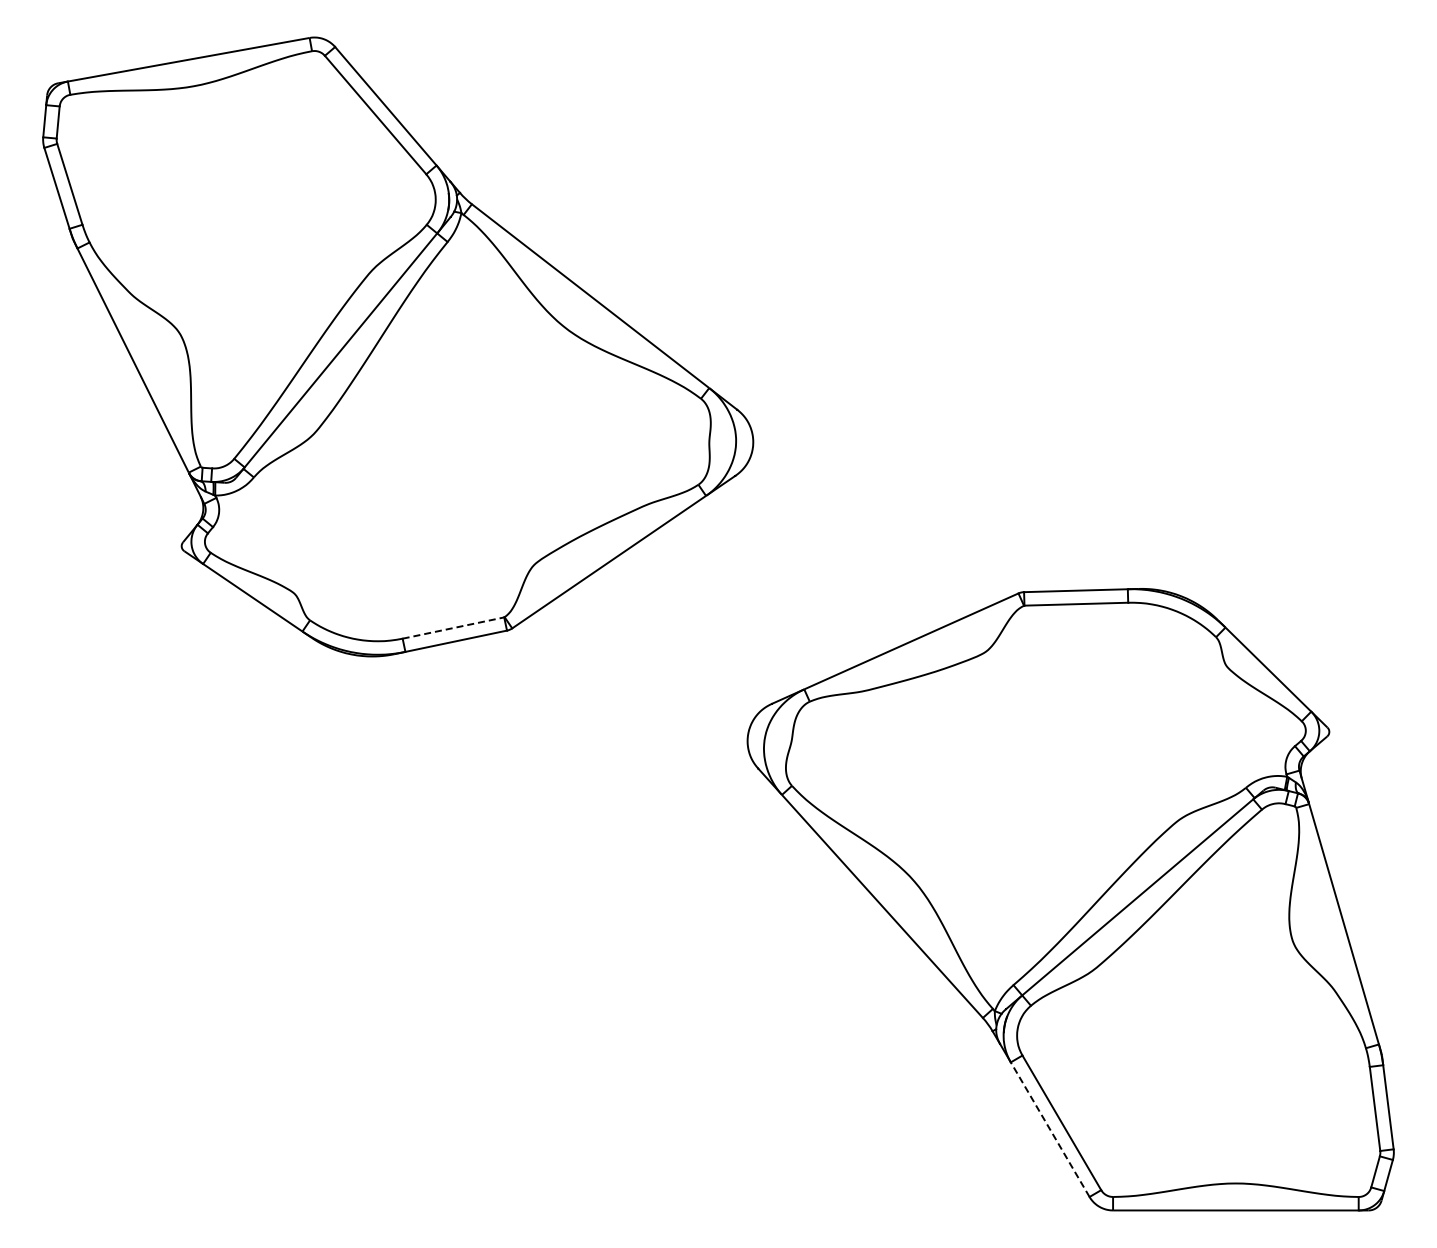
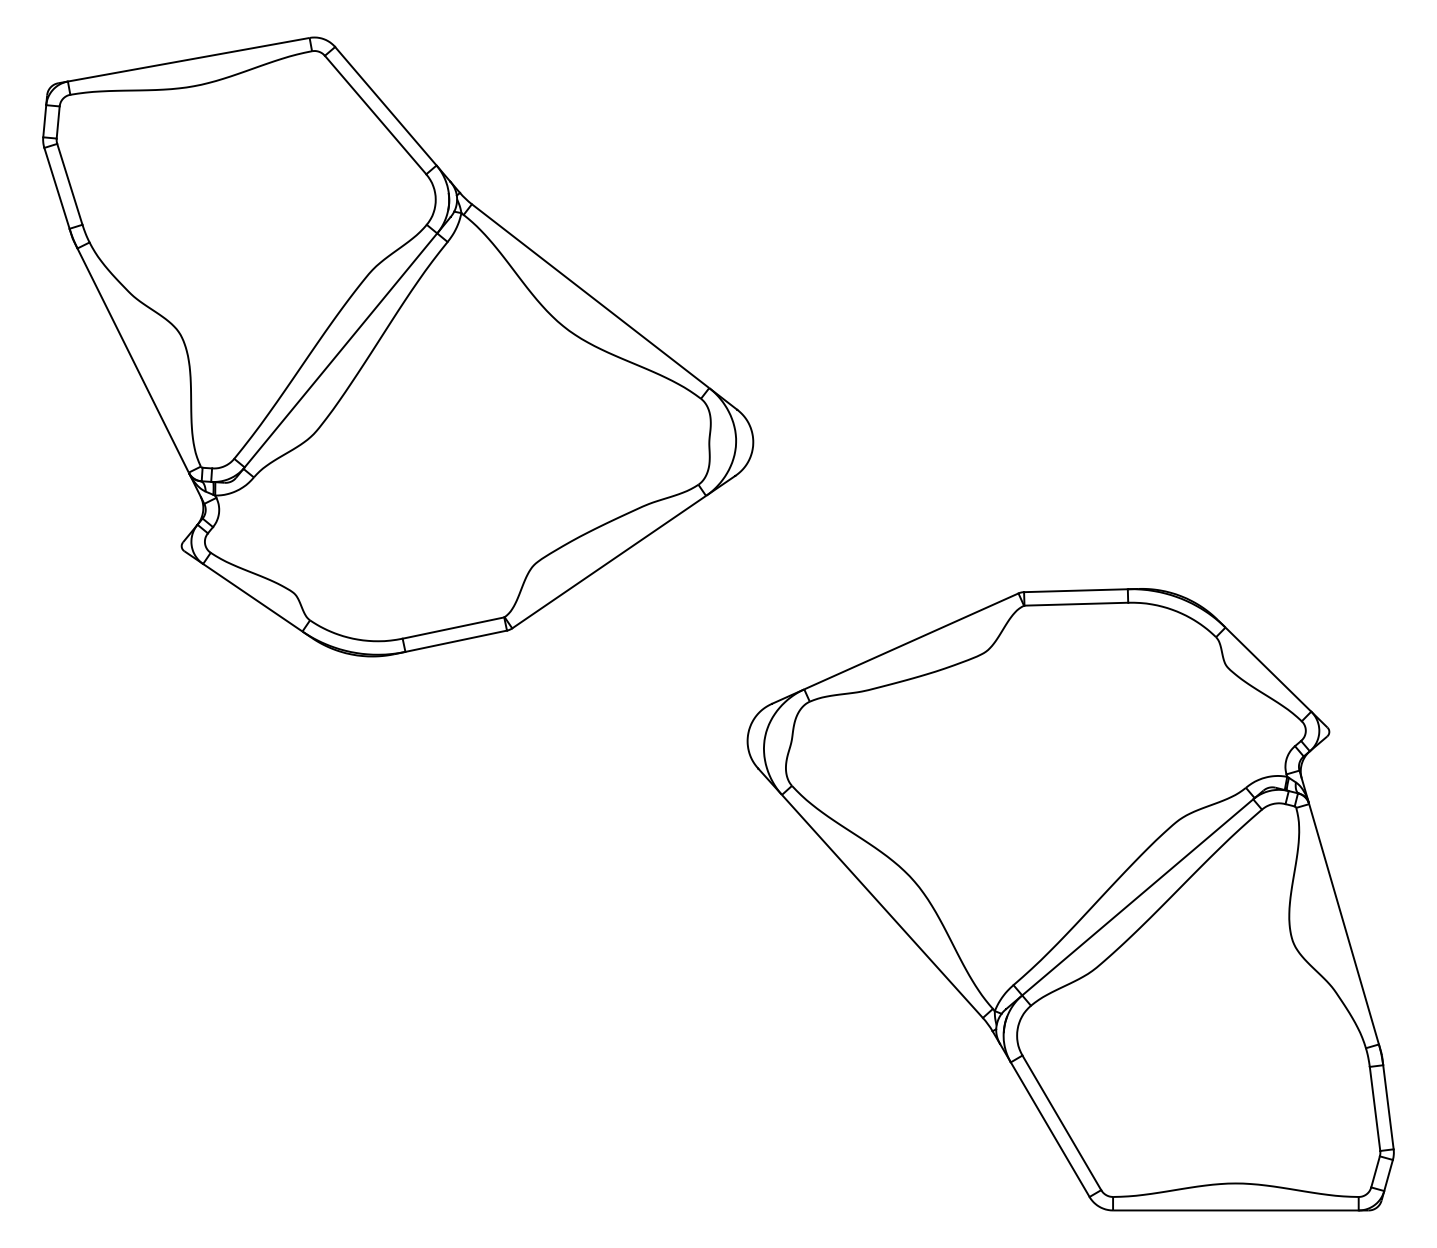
line at (453, 628): dashed -> solid
line at (1050, 1129): dashed -> solid
